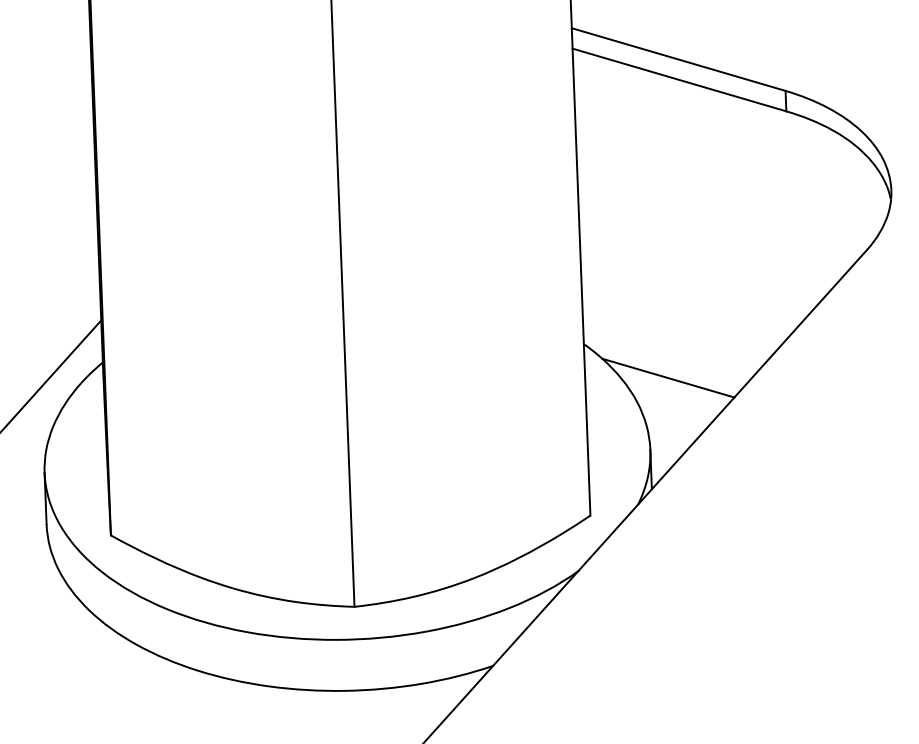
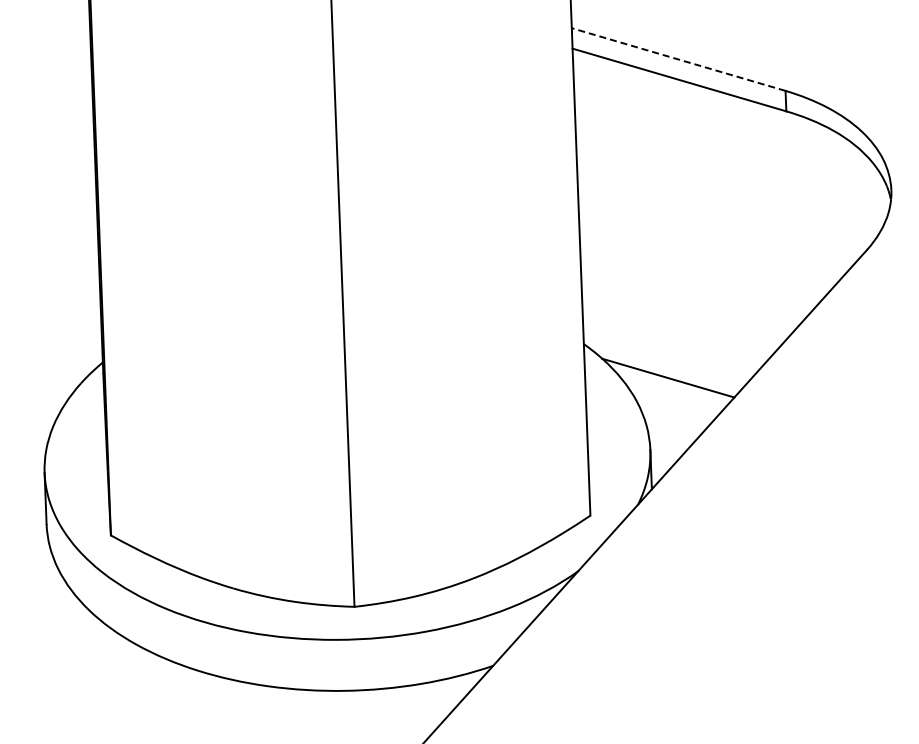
line at (678, 59): solid -> dashed
line at (51, 375): present -> none
